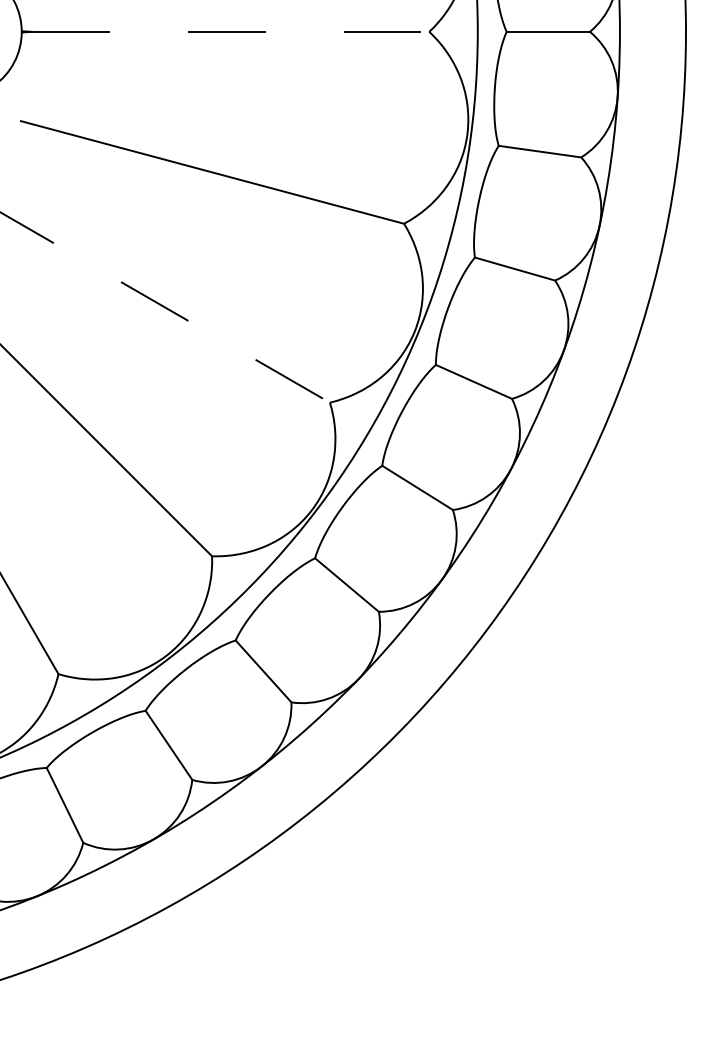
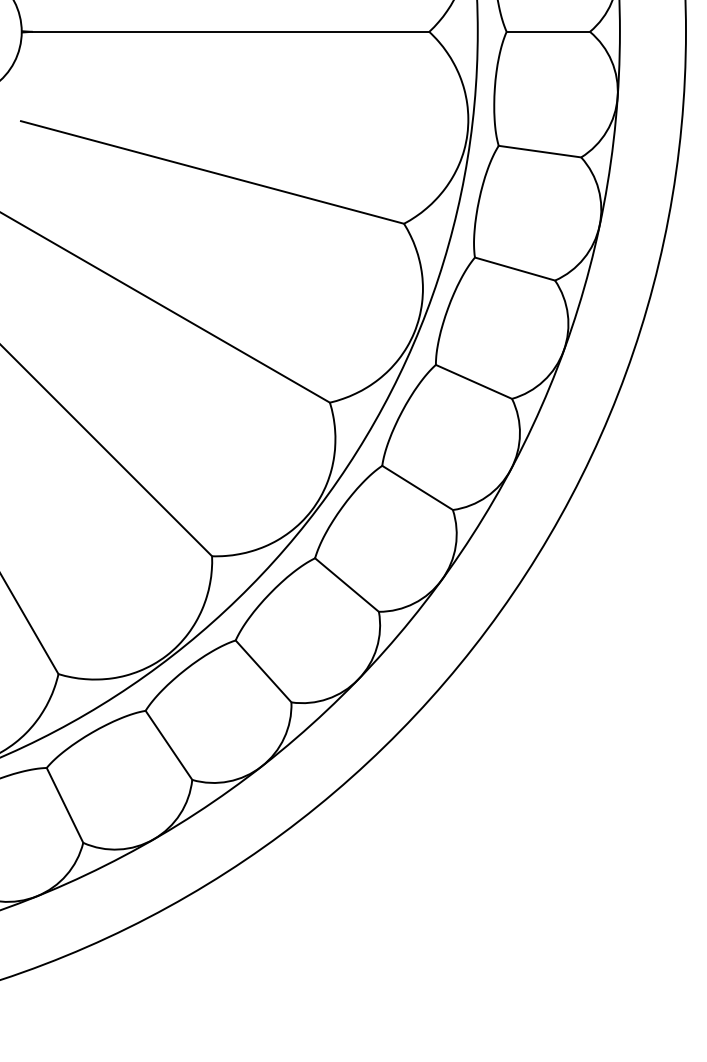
line at (231, 31): dashed -> solid
line at (165, 307): dashed -> solid
